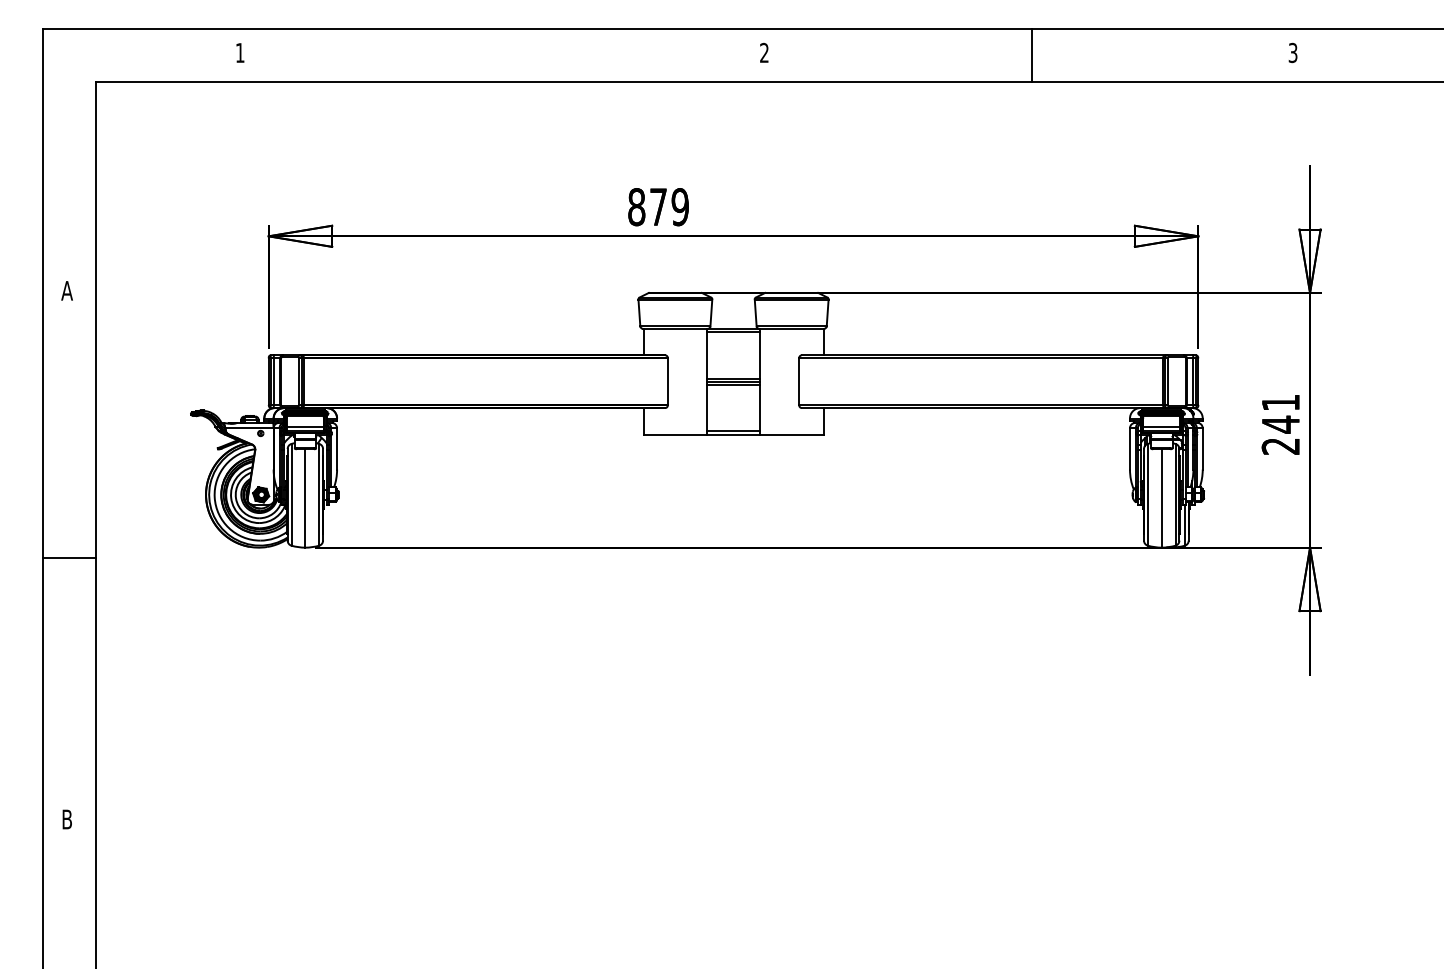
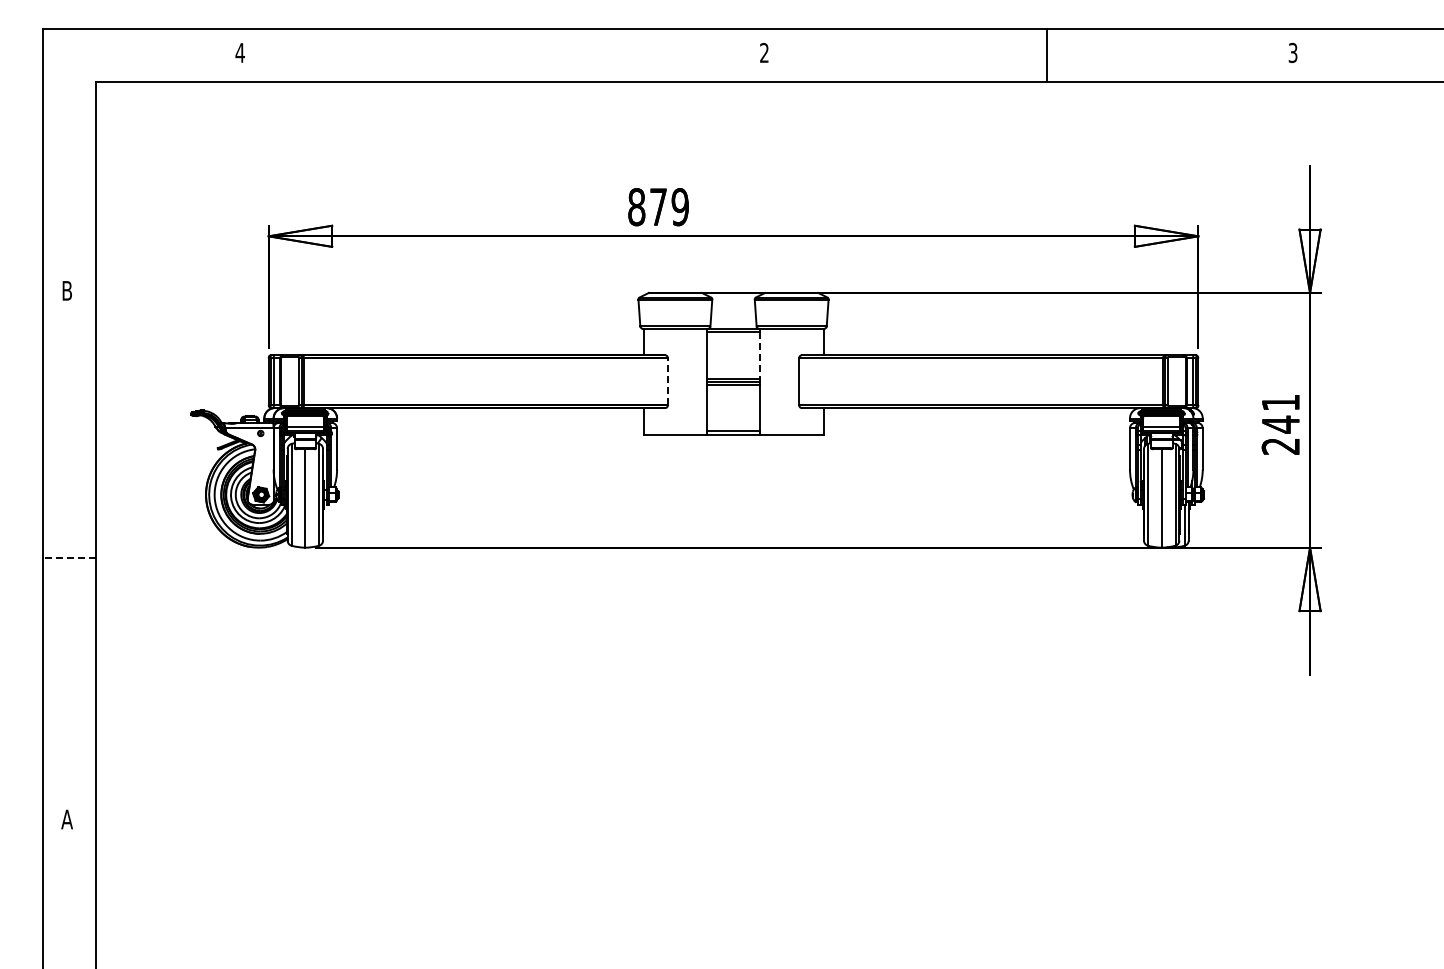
text at (239, 52): 1 -> 4
line at (1031, 55) position: (1031, 55) -> (1046, 55)
text at (66, 290): A -> B
line at (759, 355): solid -> dashed
line at (667, 381): solid -> dashed
line at (69, 557): solid -> dashed
text at (66, 819): B -> A
